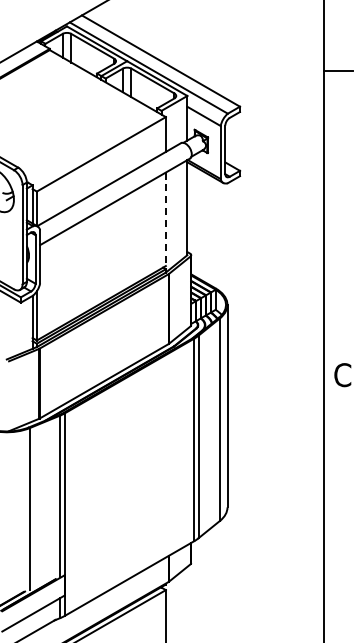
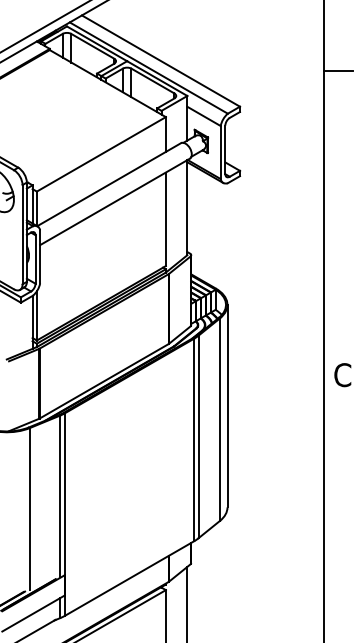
line at (44, 26): none -> present
line at (165, 219): dashed -> solid
line at (187, 602): none -> present
